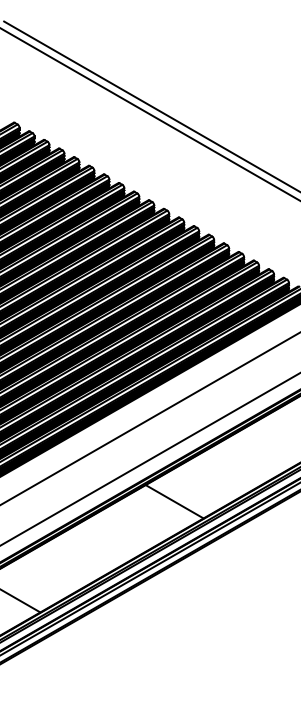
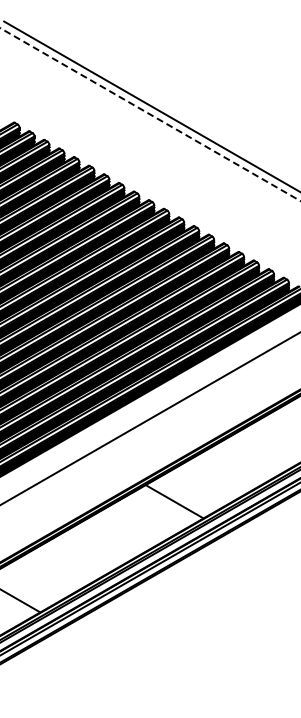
line at (150, 114): solid -> dashed
line at (149, 459): present -> none
